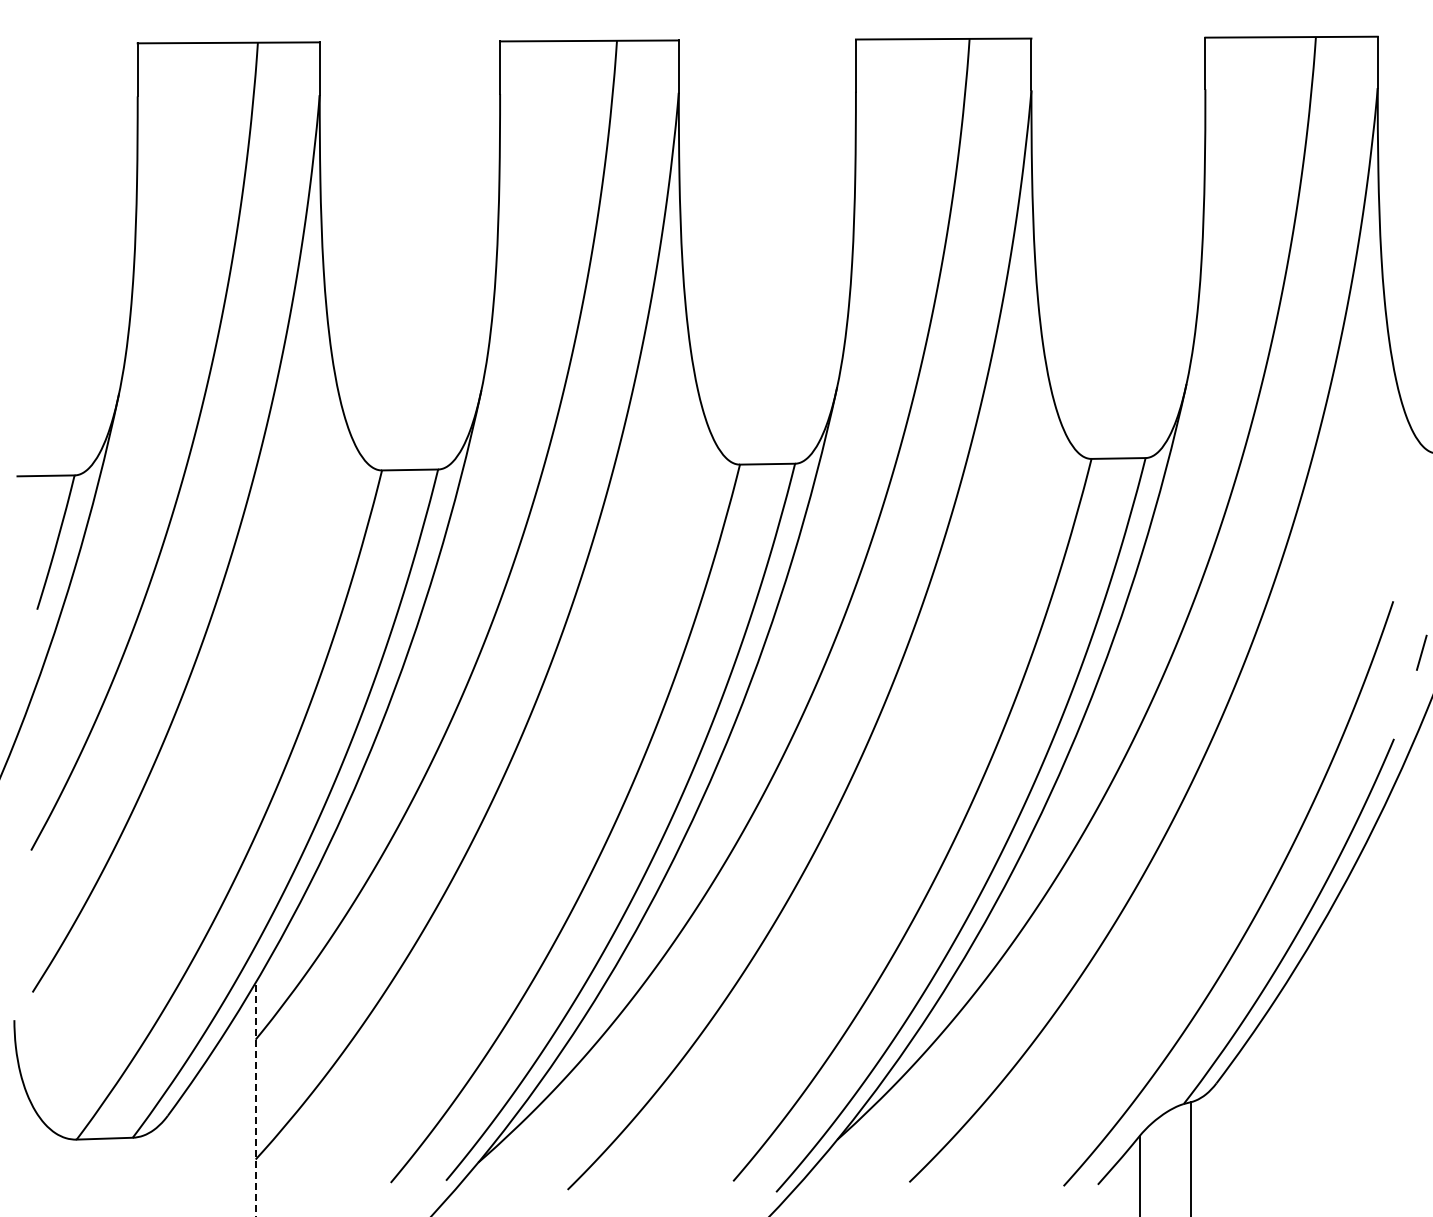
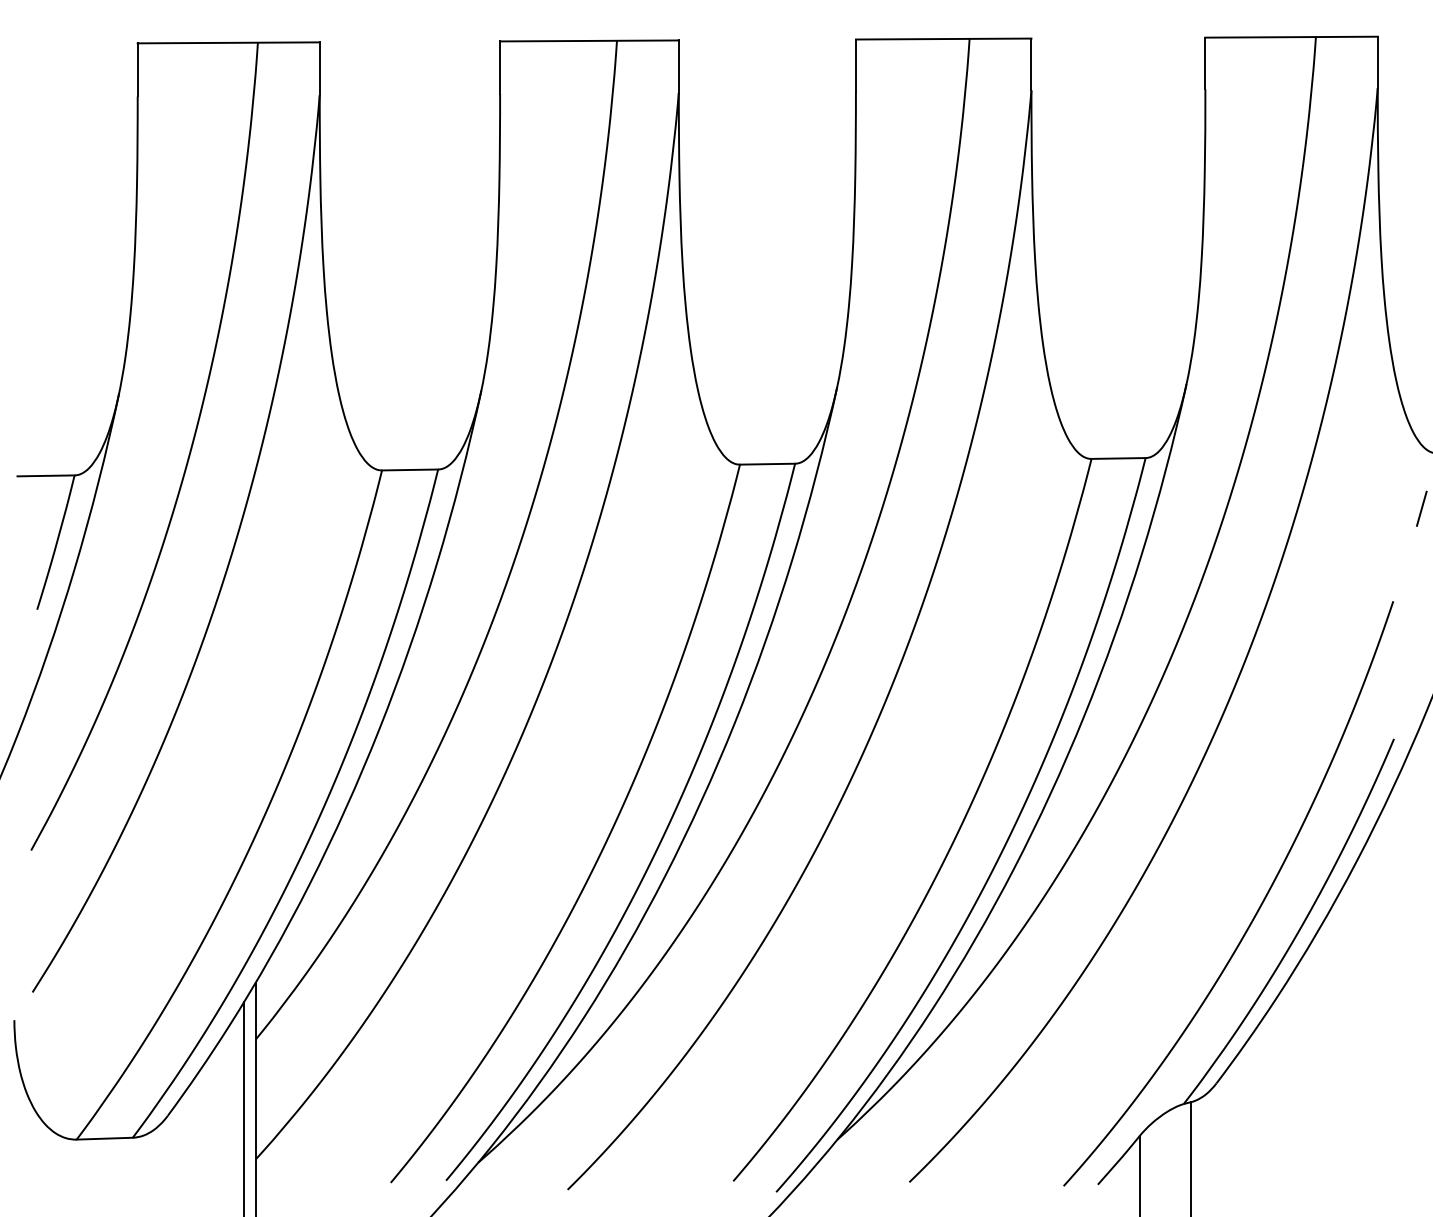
line at (1421, 652) position: (1421, 652) -> (1421, 508)
line at (255, 1099): dashed -> solid
line at (244, 1107): none -> present
